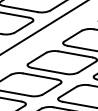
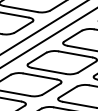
line at (48, 37): none -> present
